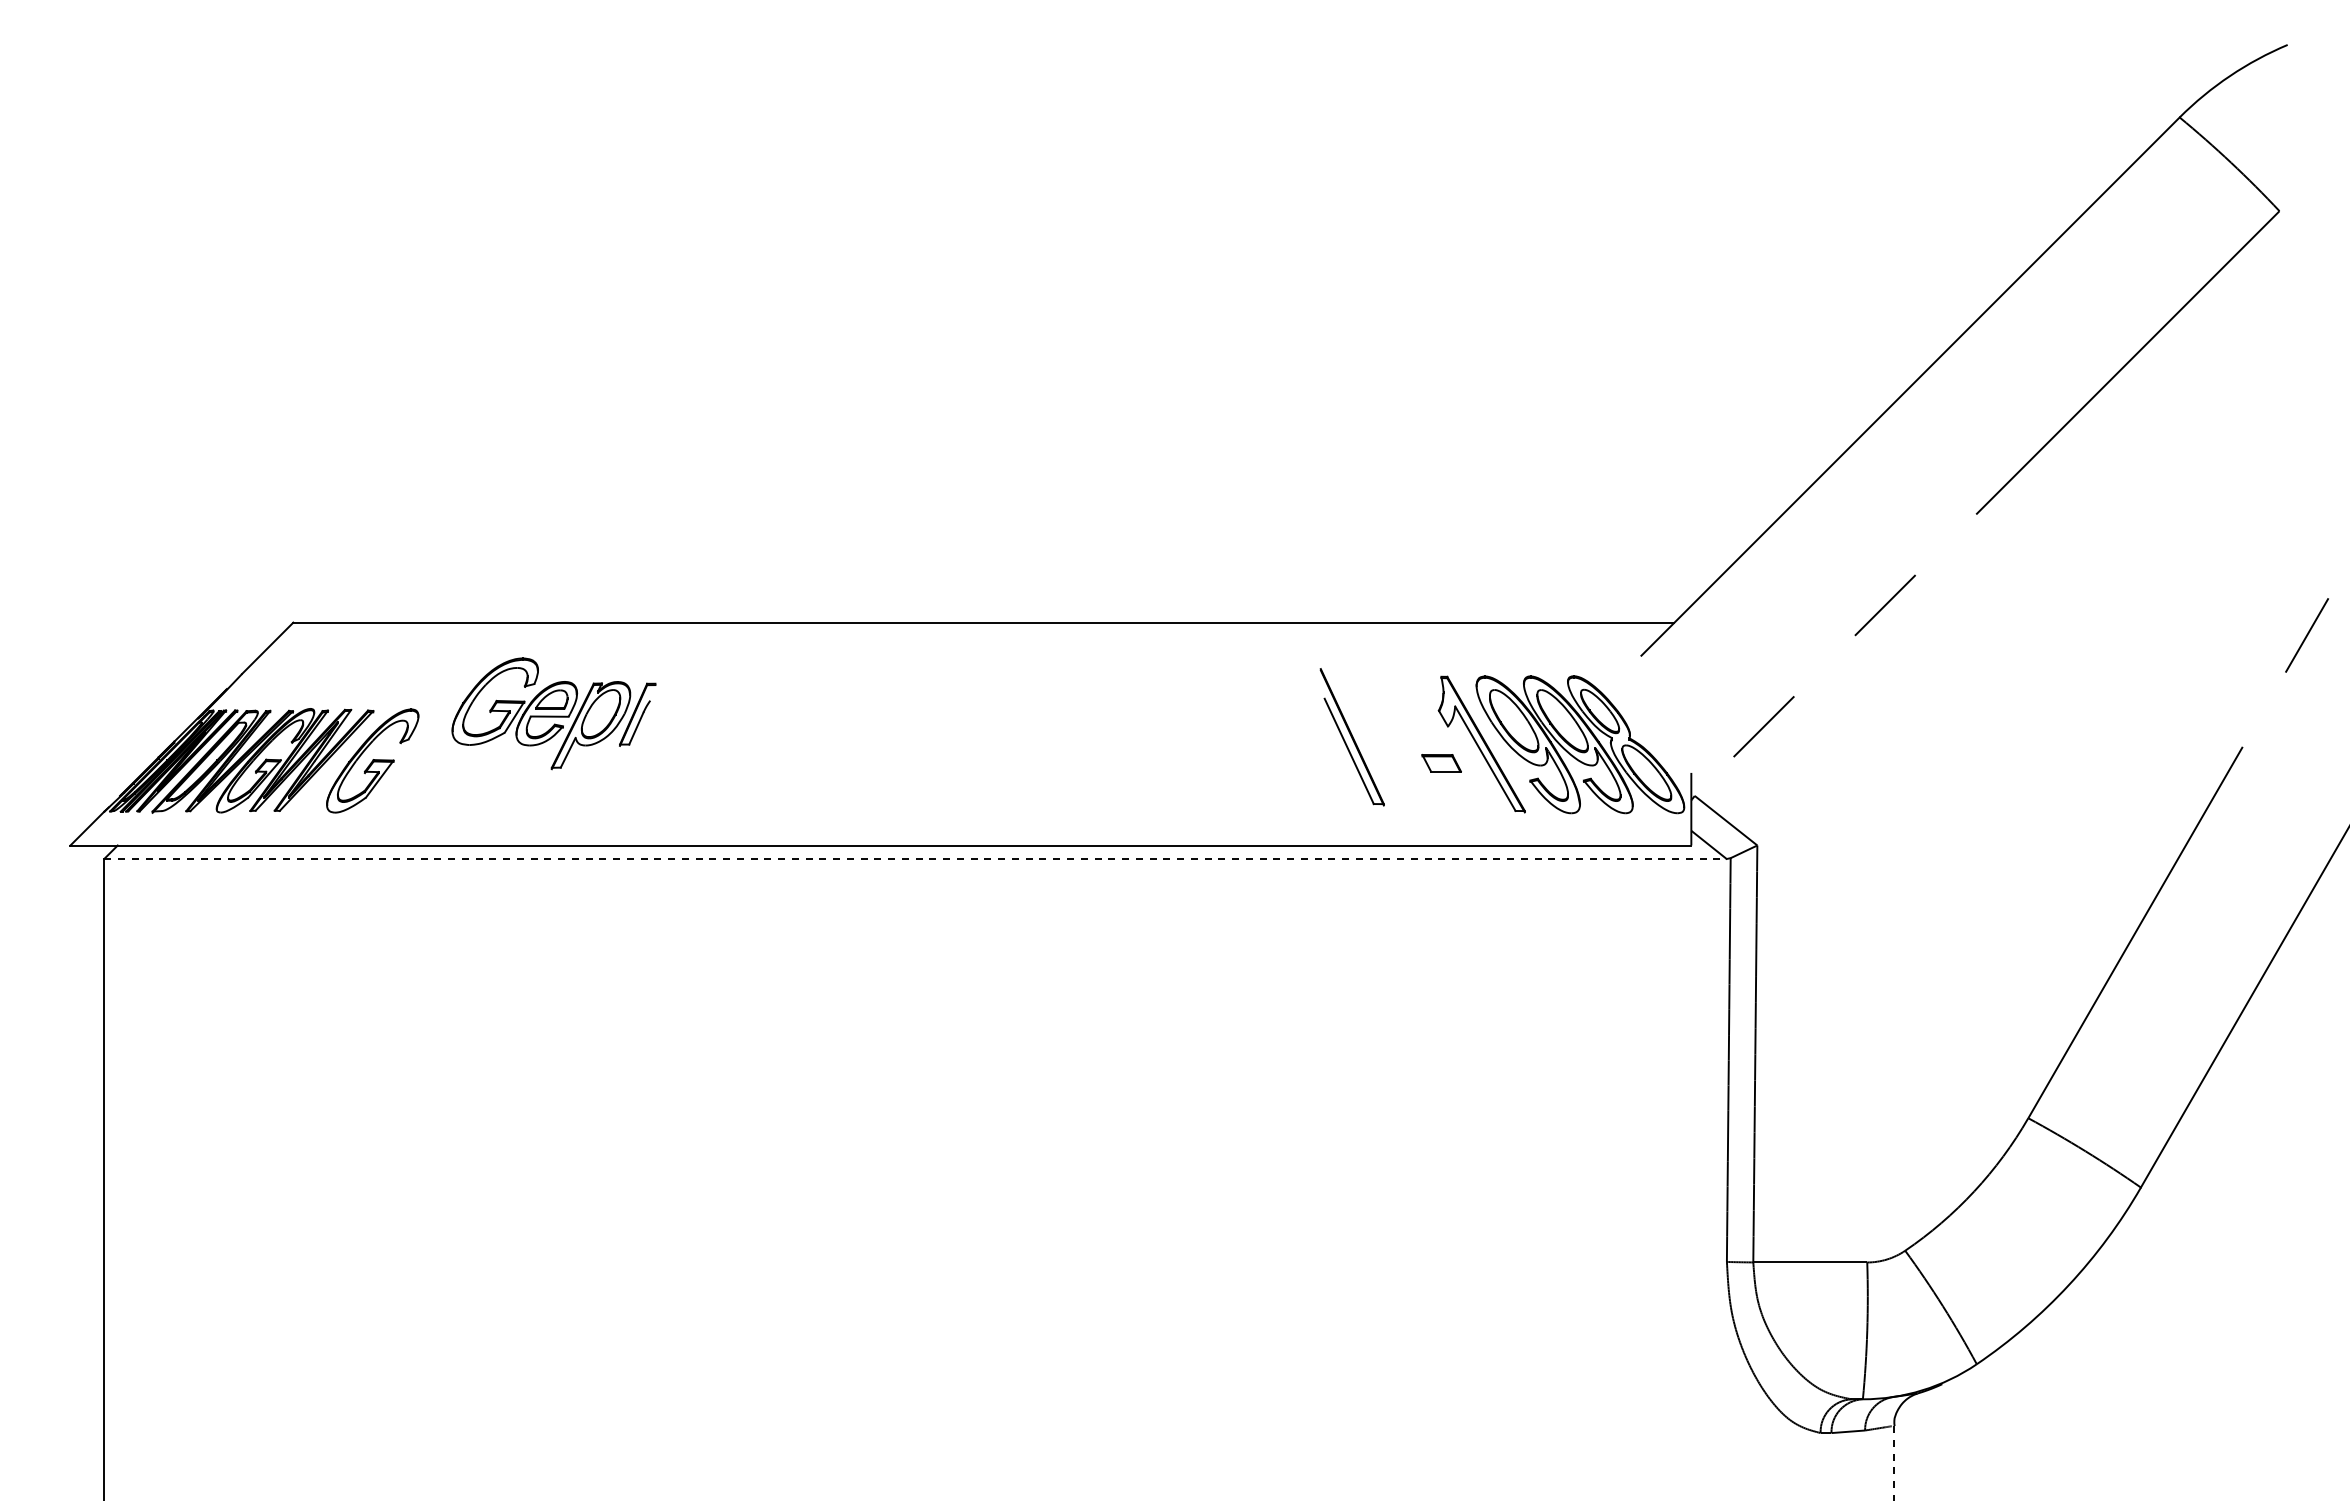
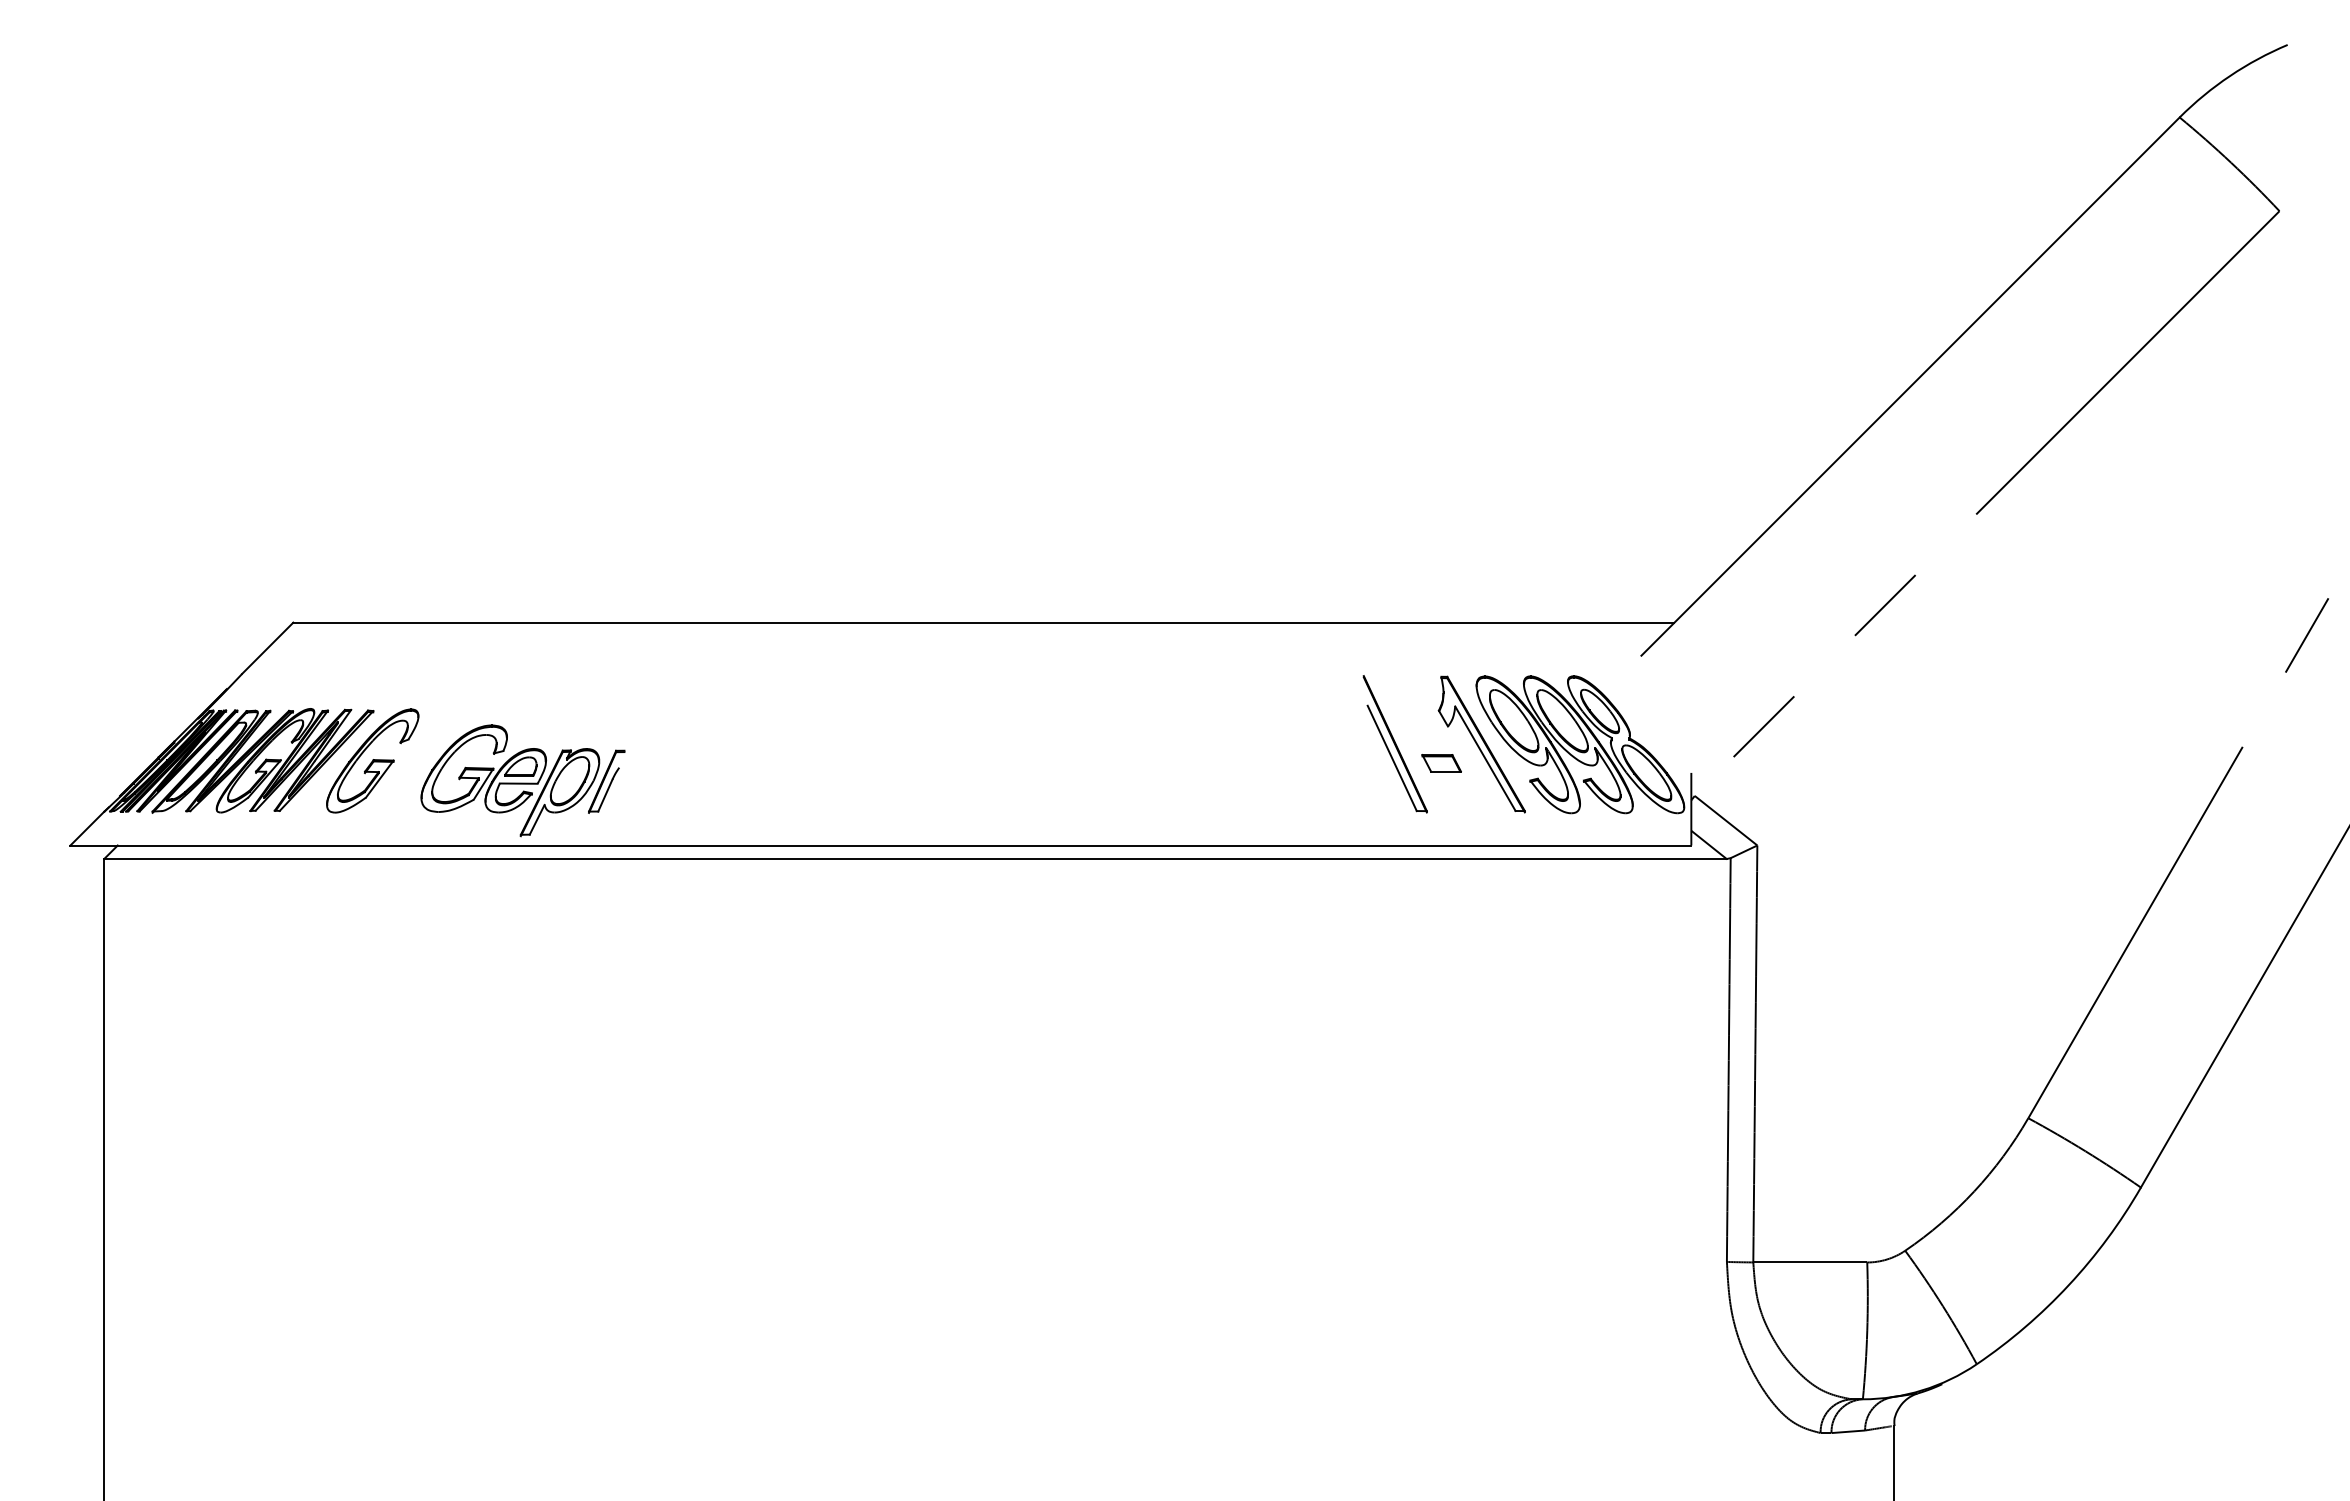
part at (553, 713) position: (553, 713) -> (522, 780)
part at (1351, 737) position: (1351, 737) -> (1394, 744)
line at (915, 859): dashed -> solid
line at (1893, 1463): dashed -> solid
